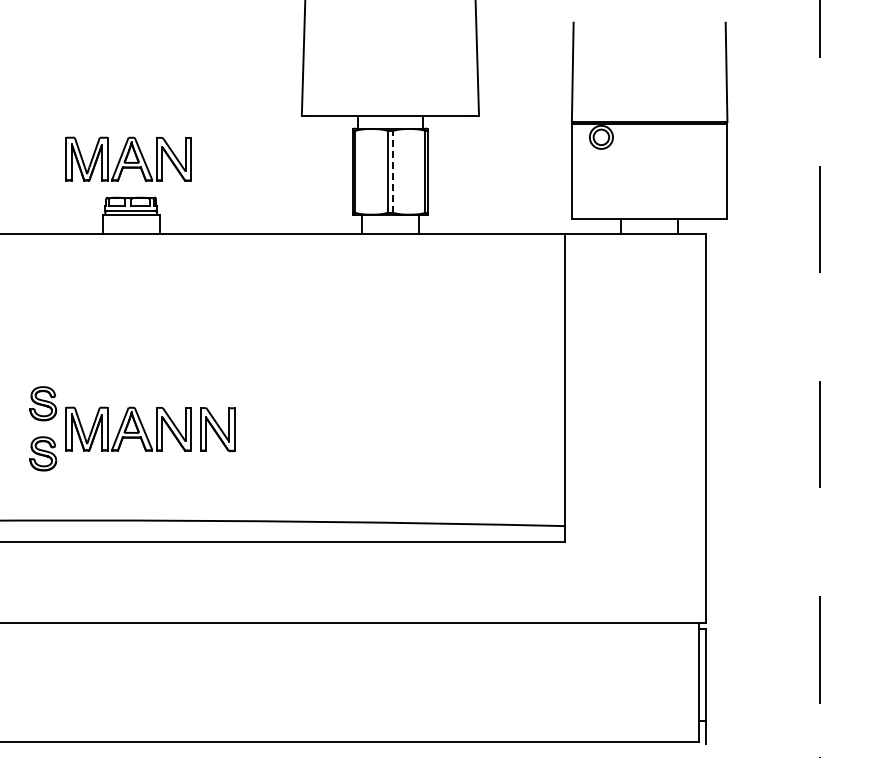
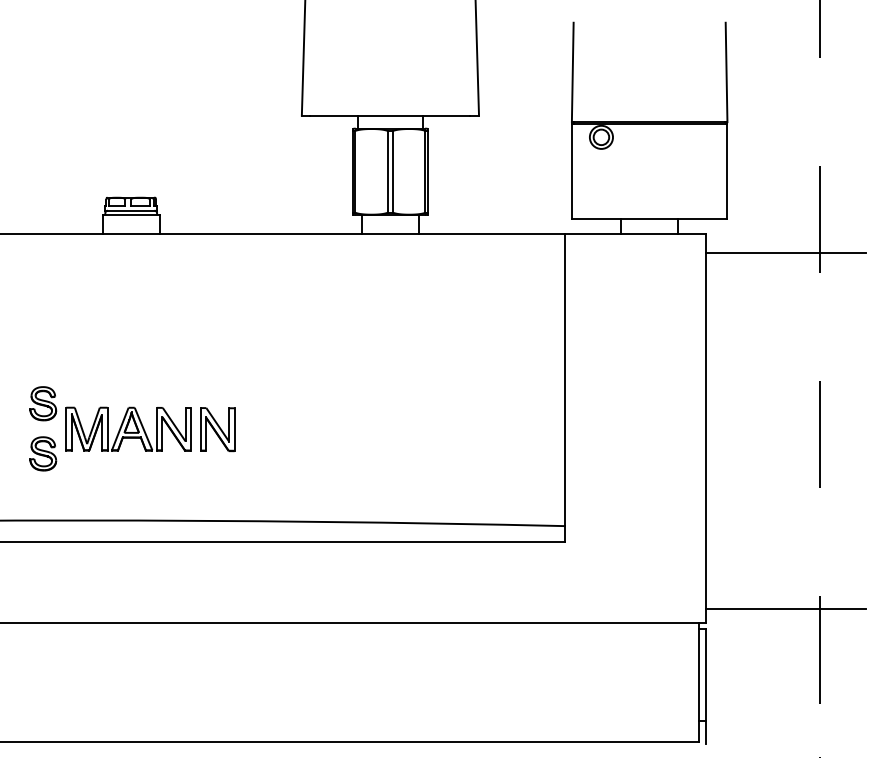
part at (128, 158): present -> none
line at (393, 171): dashed -> solid
line at (785, 252): none -> present
line at (785, 609): none -> present
